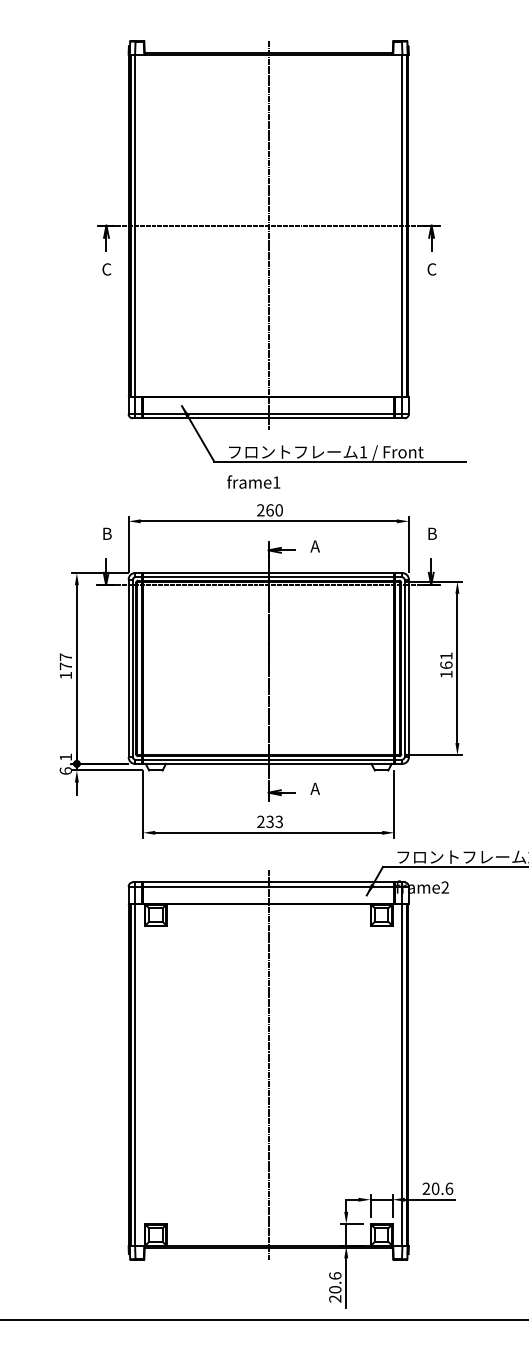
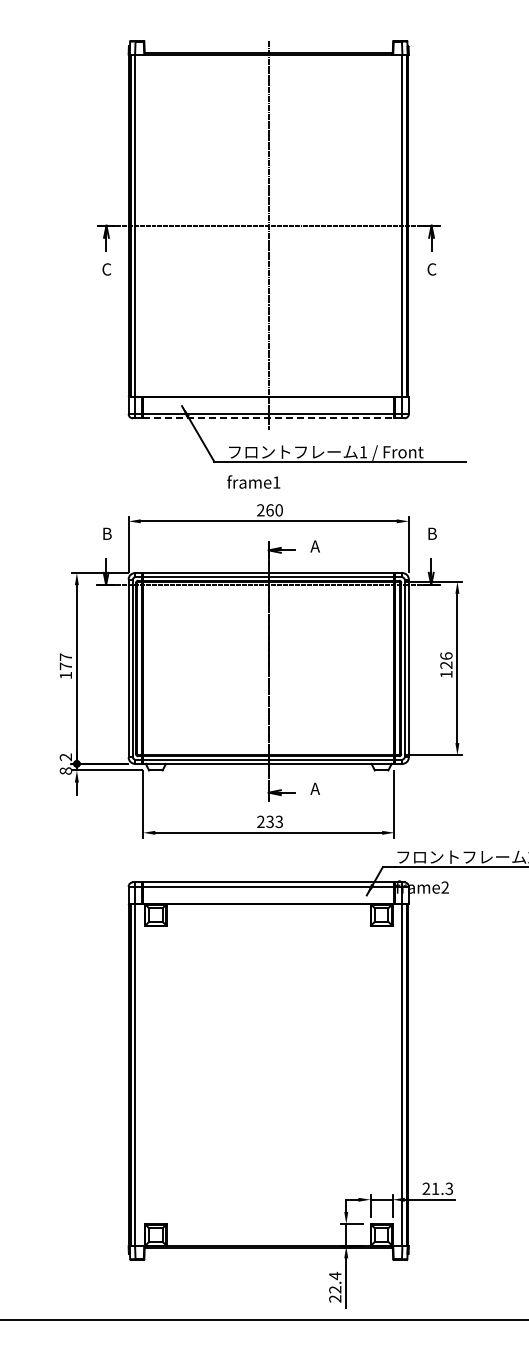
line at (268, 418): solid -> dashed
text at (446, 660): 161 -> 126
text at (65, 763): 6.1 -> 8.2
line at (268, 1064): present -> none
text at (442, 1188): 20.6 -> 21.3
text at (335, 1282): 20.6 -> 22.4
